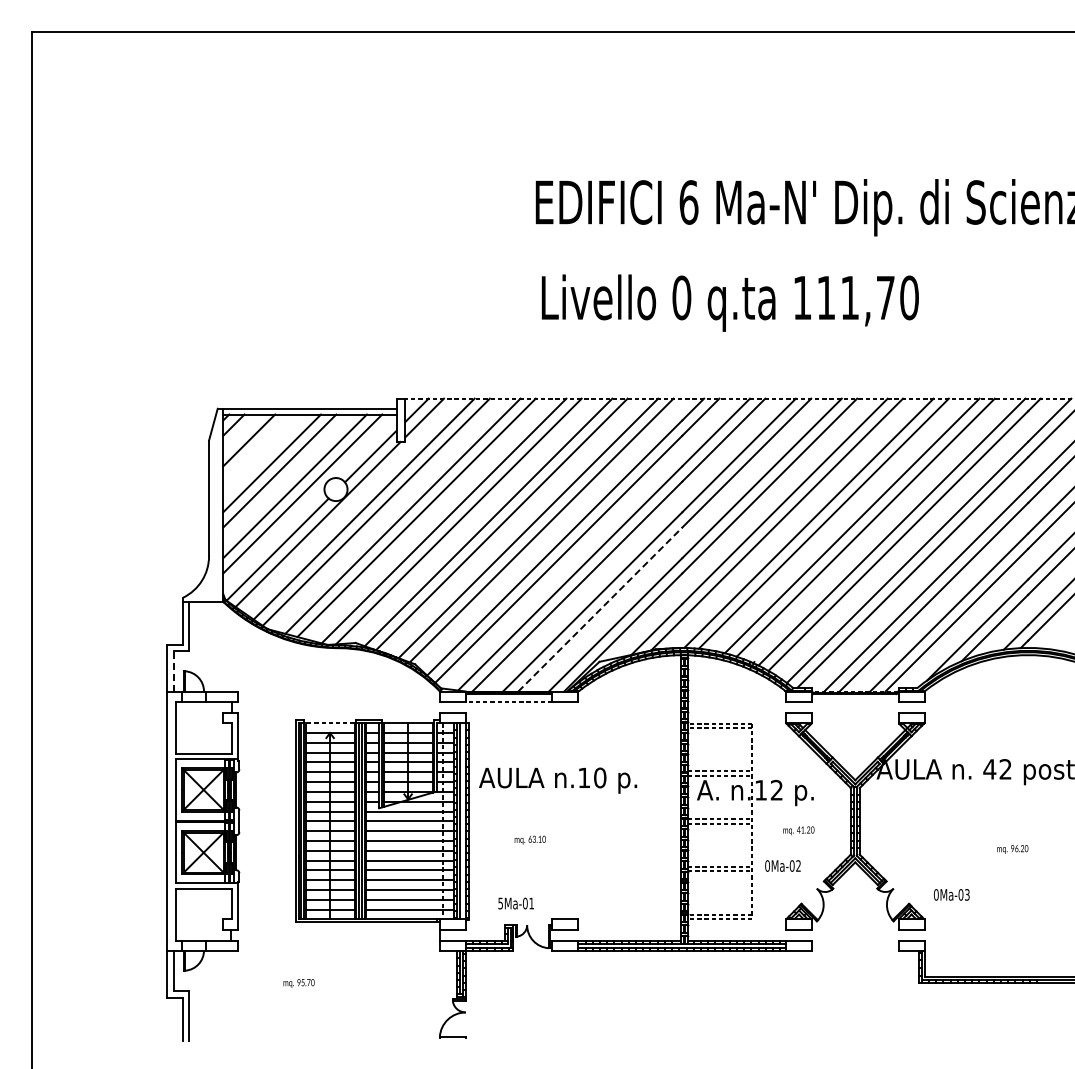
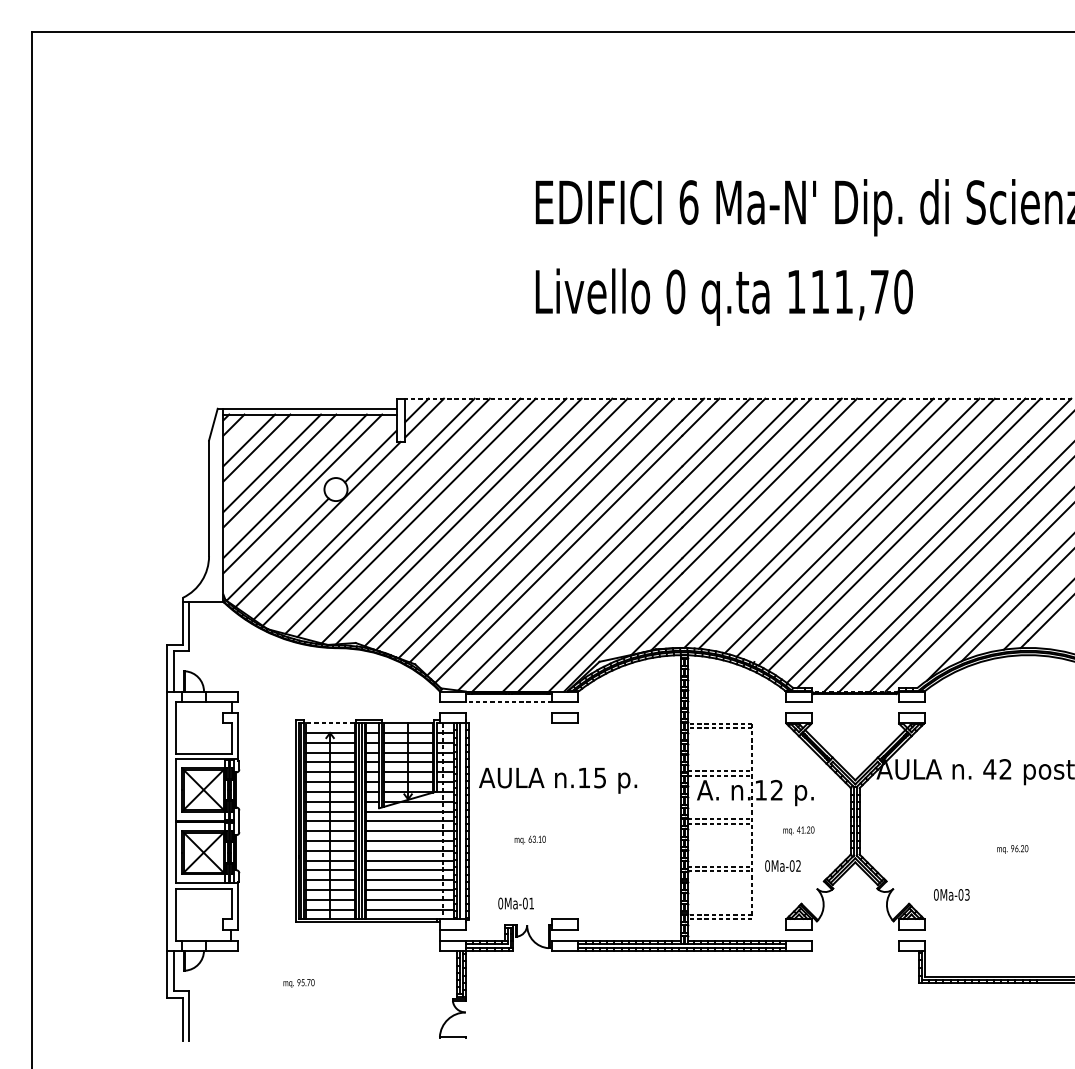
text at (729, 302) position: (729, 302) -> (723, 296)
line at (256, 447): none -> present
line at (600, 609): dashed -> solid
line at (173, 670): dashed -> solid
part at (564, 717): none -> present
text at (600, 777): n.10 -> n.15
text at (500, 903): 5Ma-01 -> 0Ma-01
